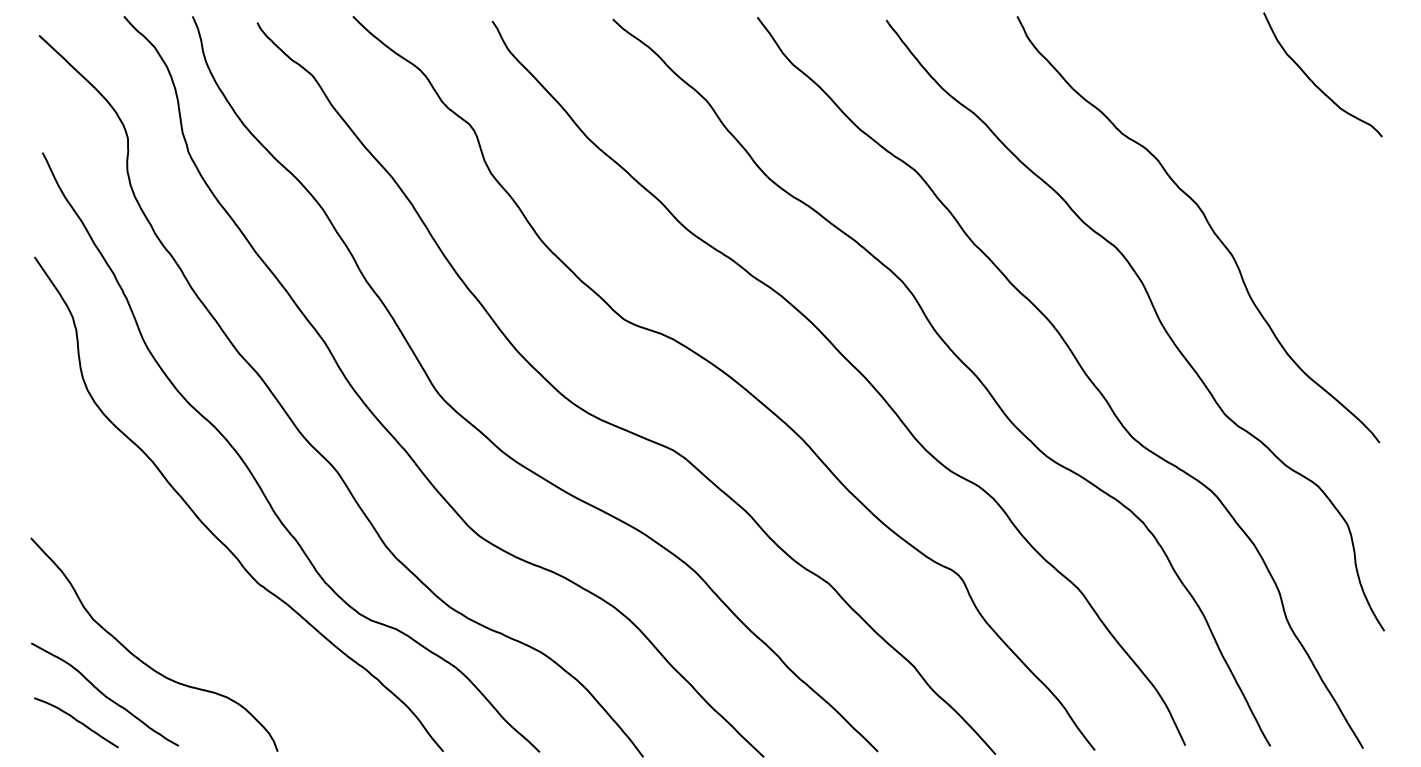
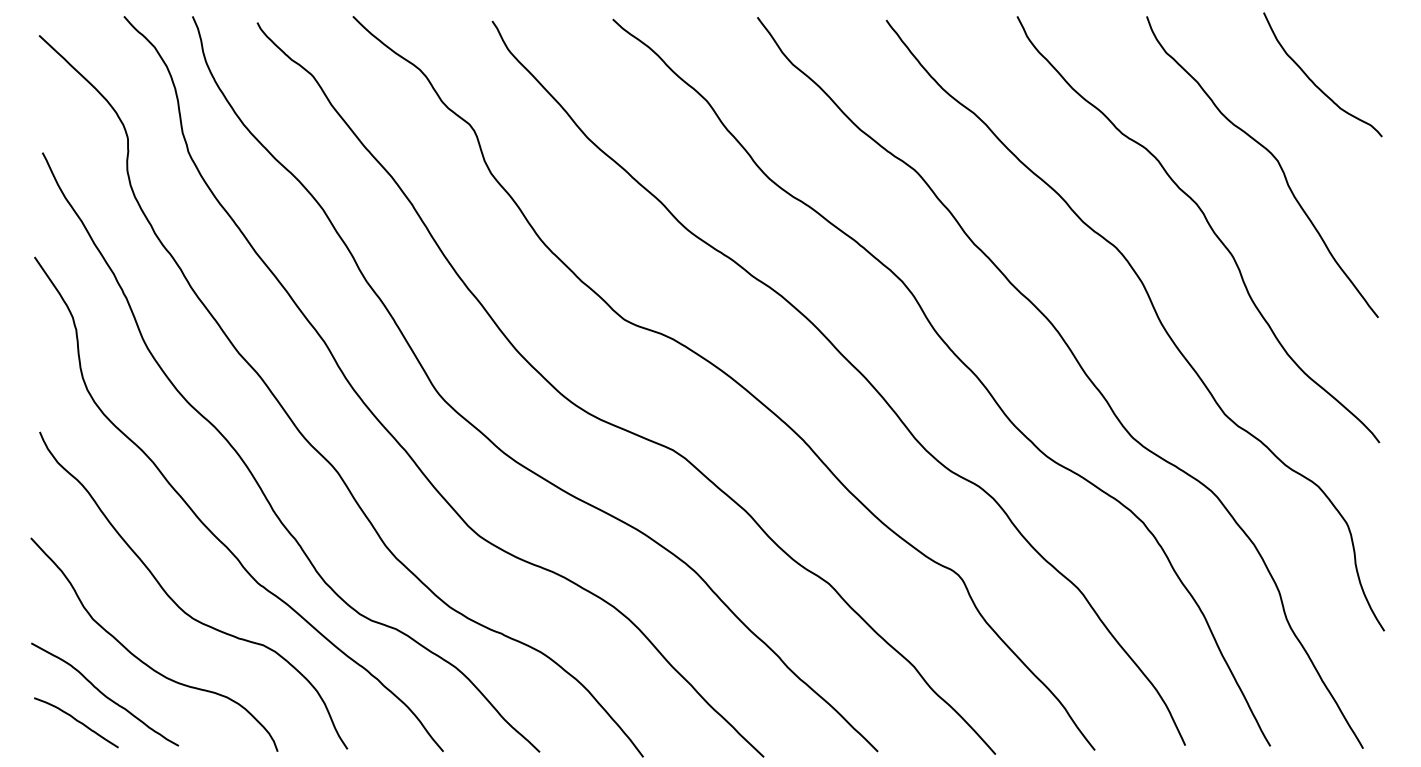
curve at (1272, 156): none -> present
curve at (178, 605): none -> present
